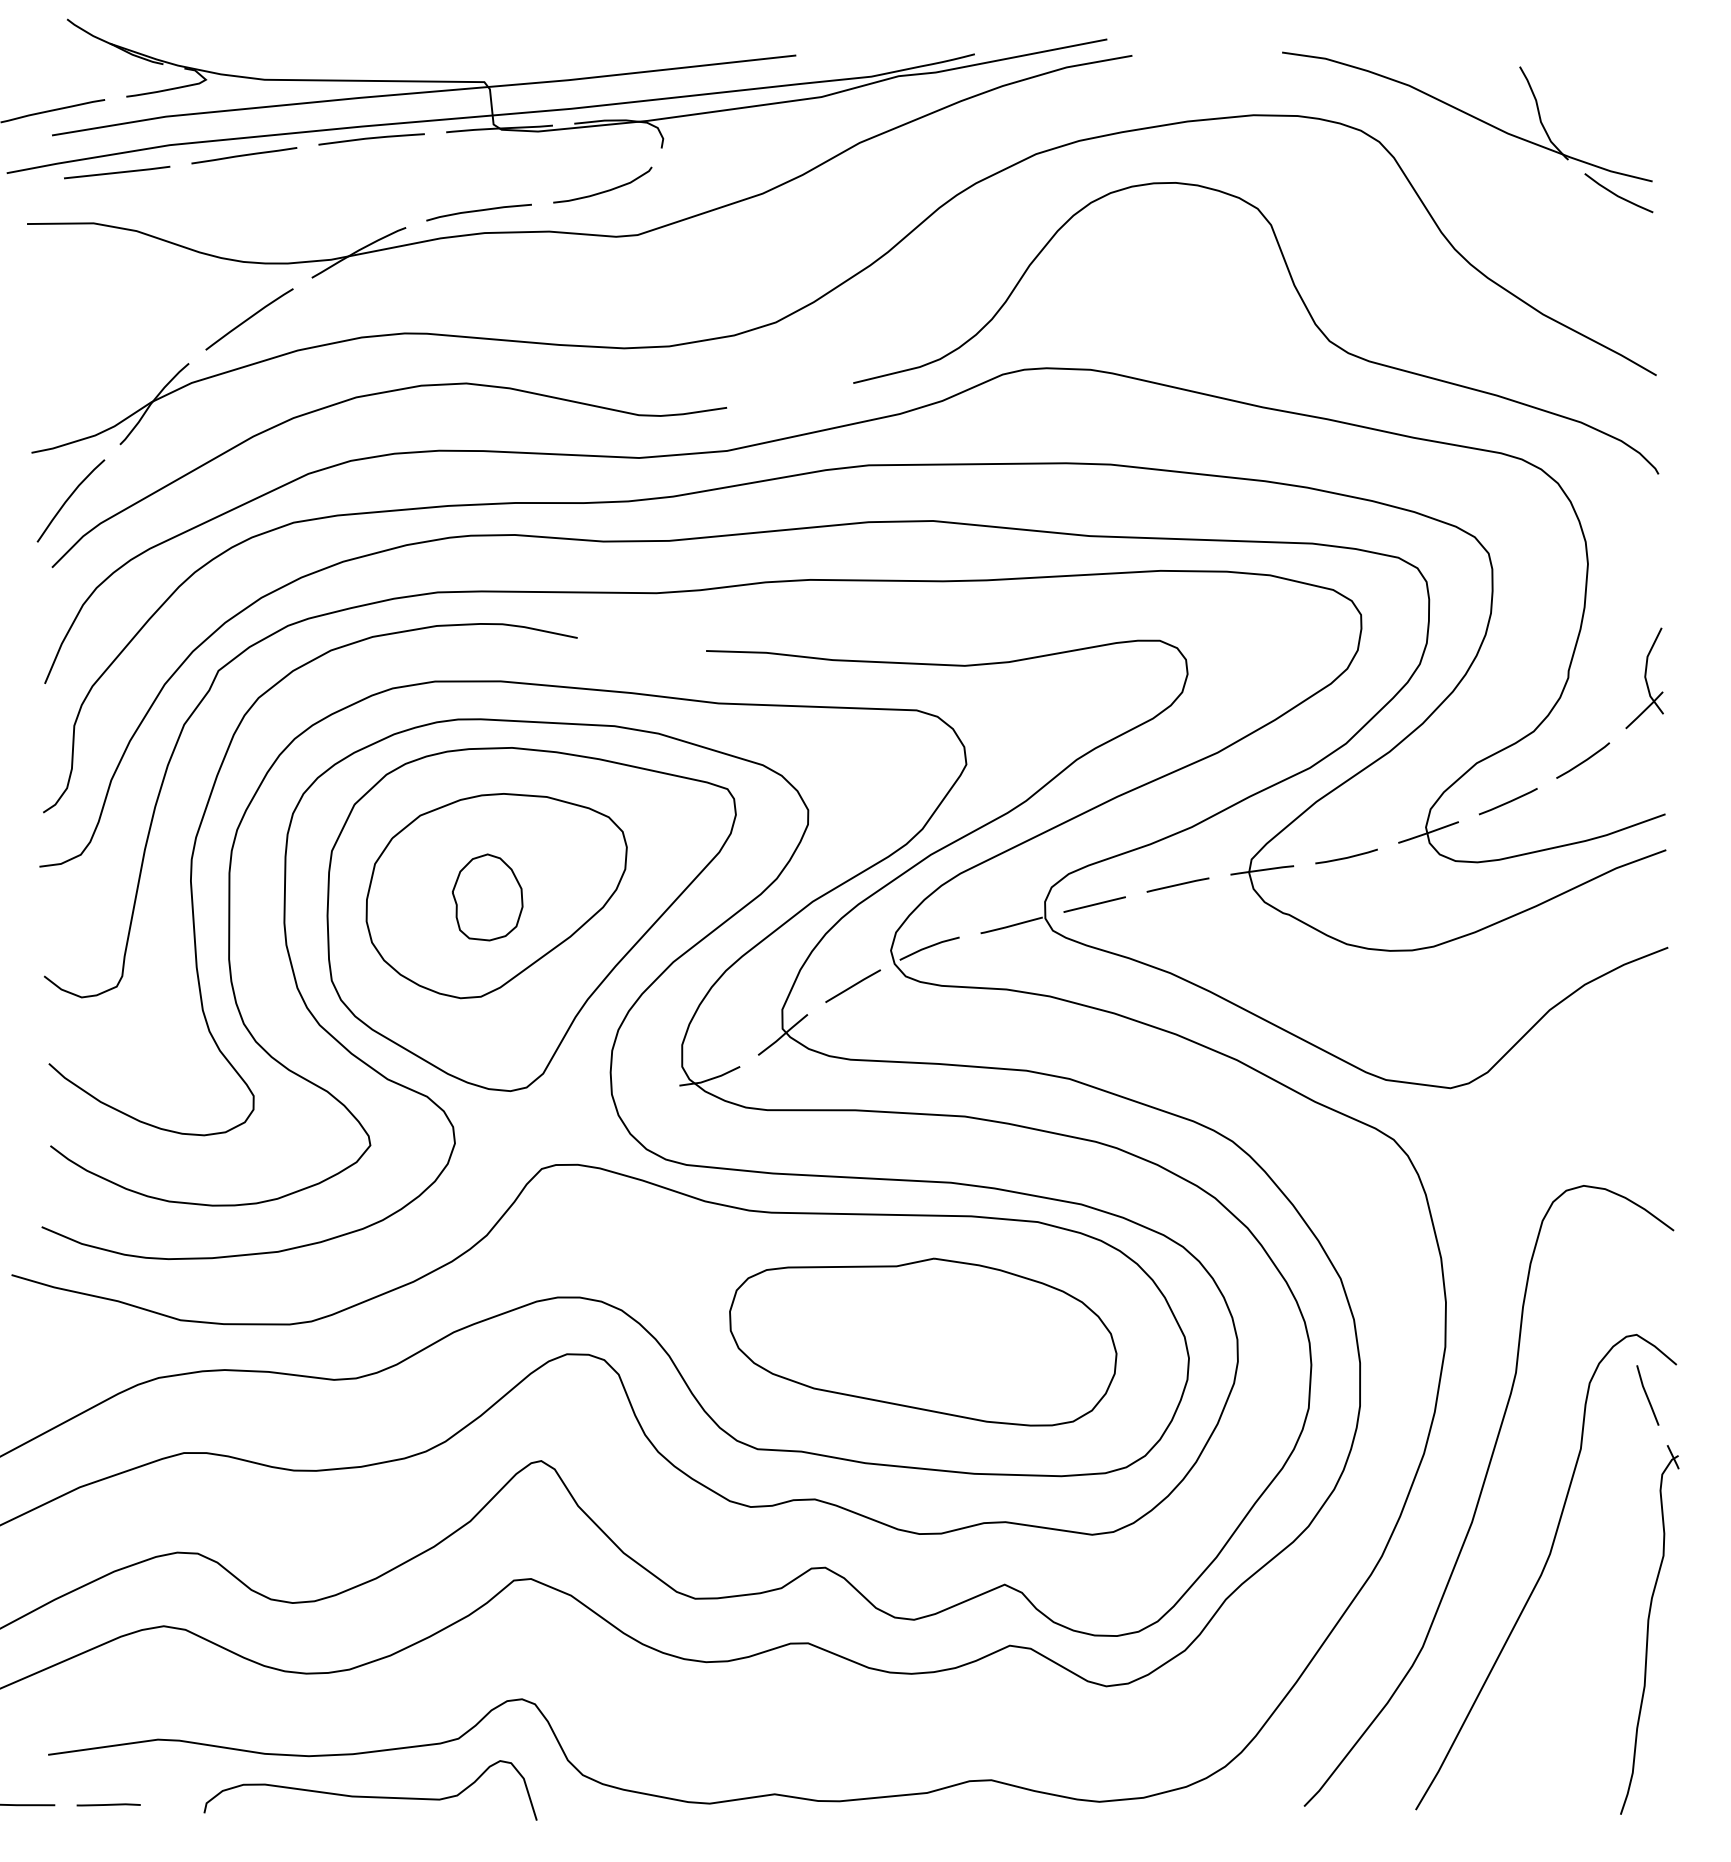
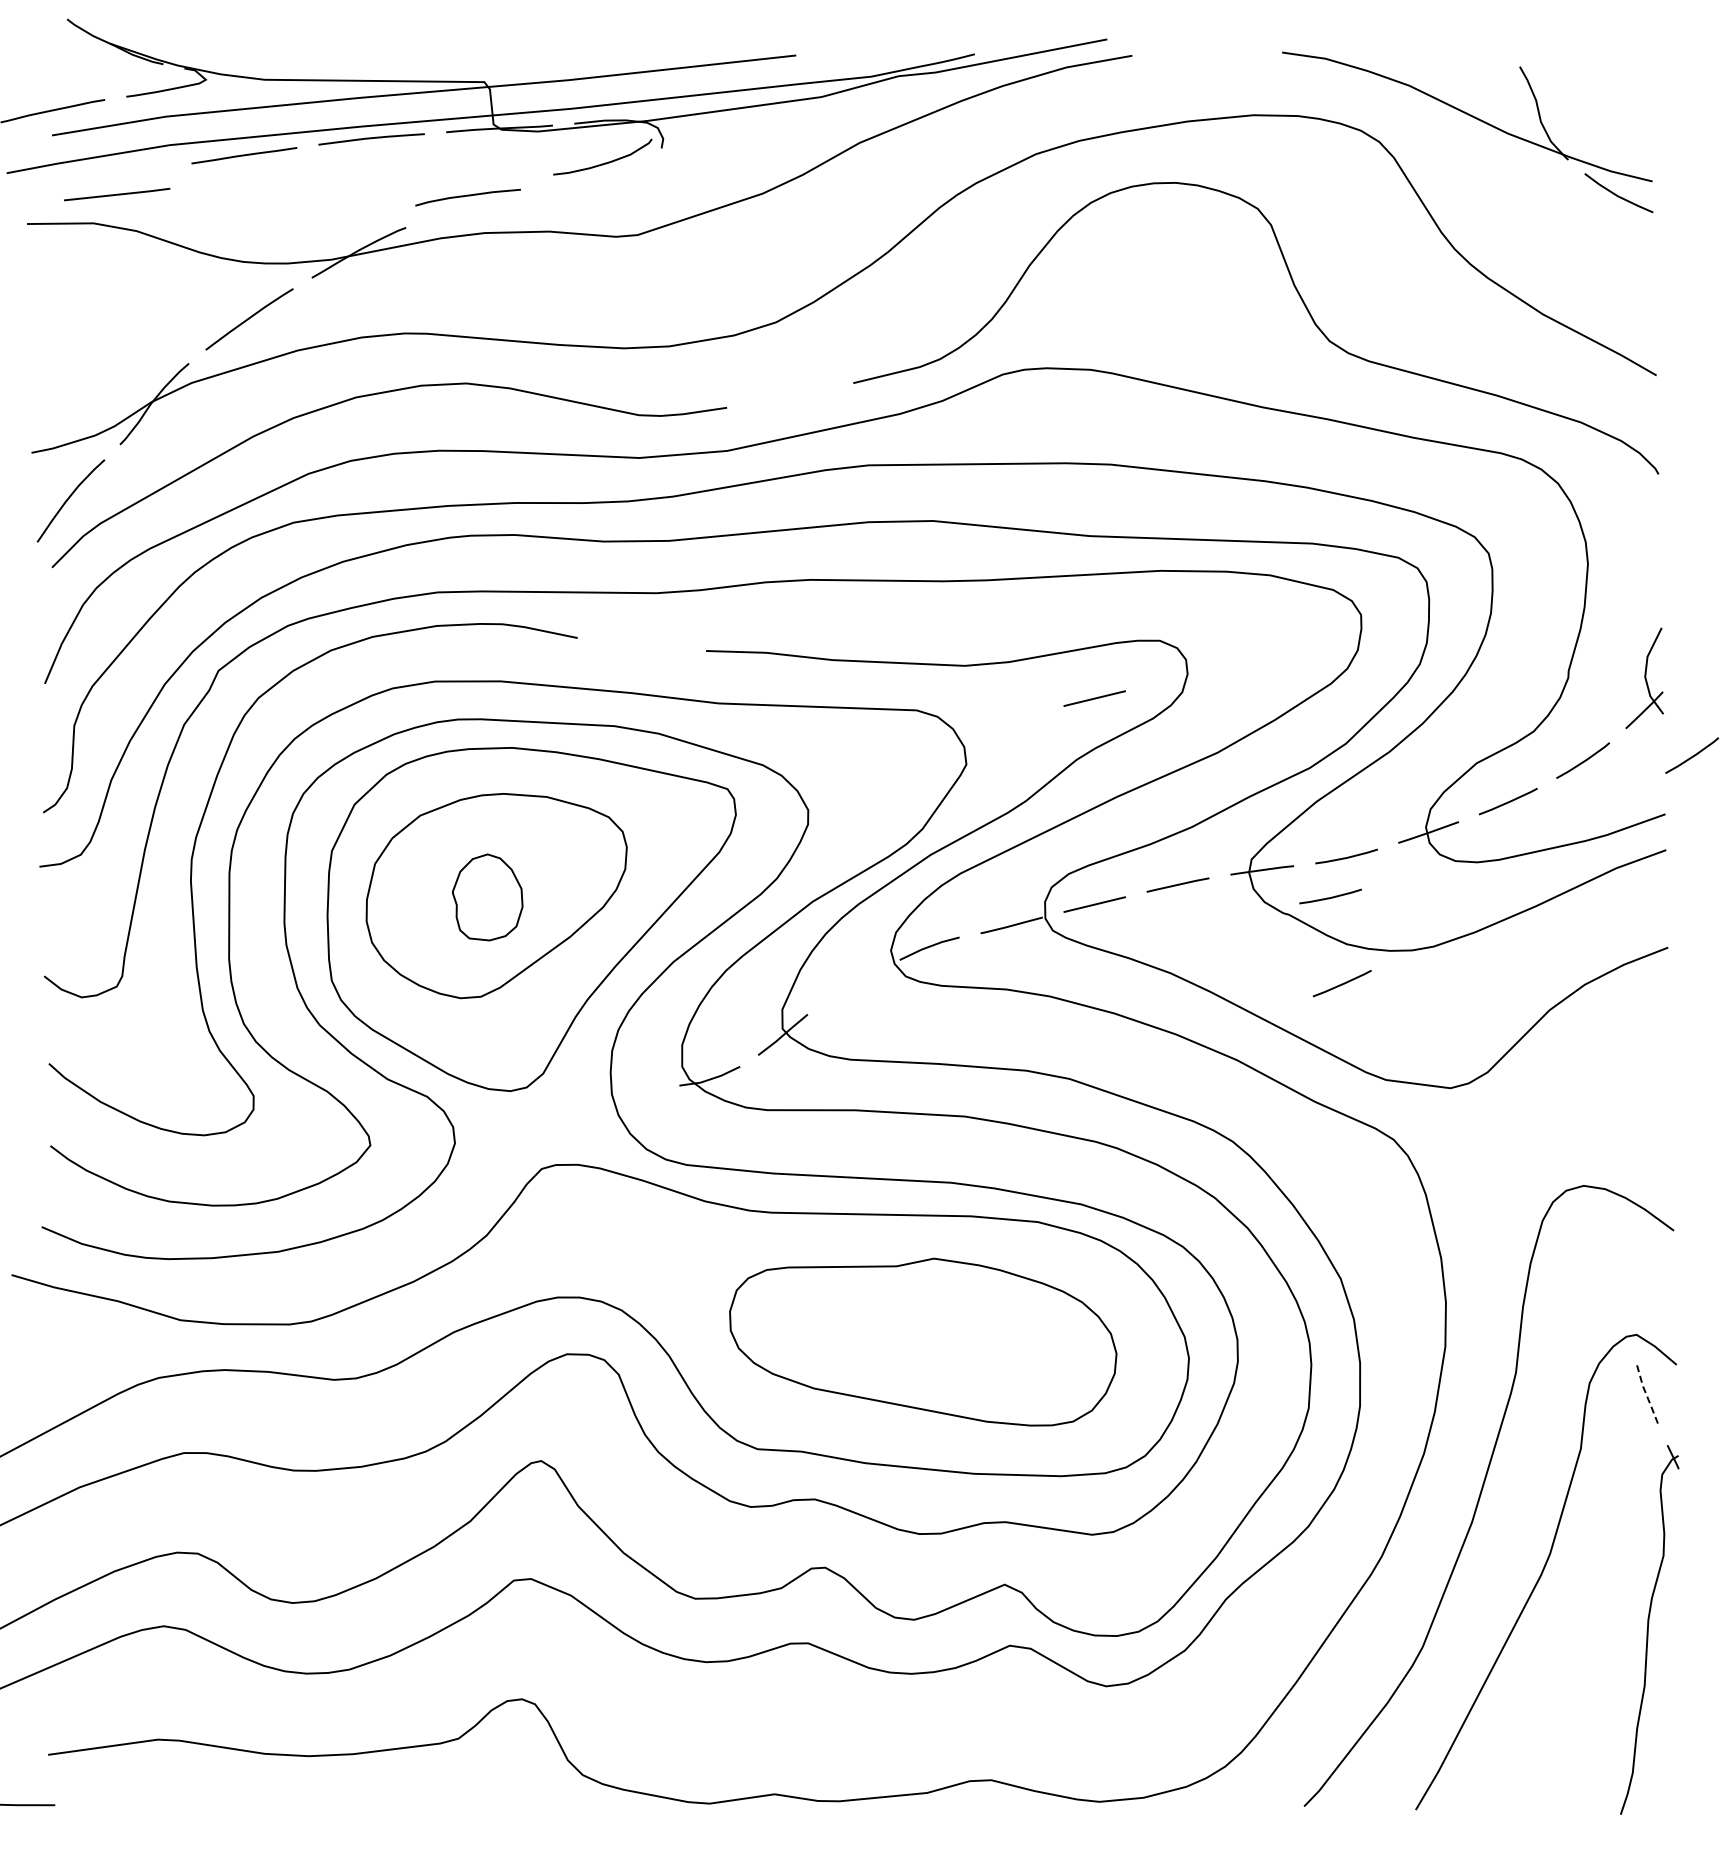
line at (117, 172) position: (117, 172) -> (117, 194)
curve at (604, 190) position: (604, 190) -> (604, 162)
curve at (478, 211) position: (478, 211) -> (467, 196)
line at (1094, 698): none -> present
line at (1692, 755): none -> present
line at (1331, 896): none -> present
line at (1341, 983): none -> present
line at (852, 985): present -> none
line at (1647, 1396): solid -> dashed
curve at (370, 1796): present -> none
line at (108, 1804): present -> none
